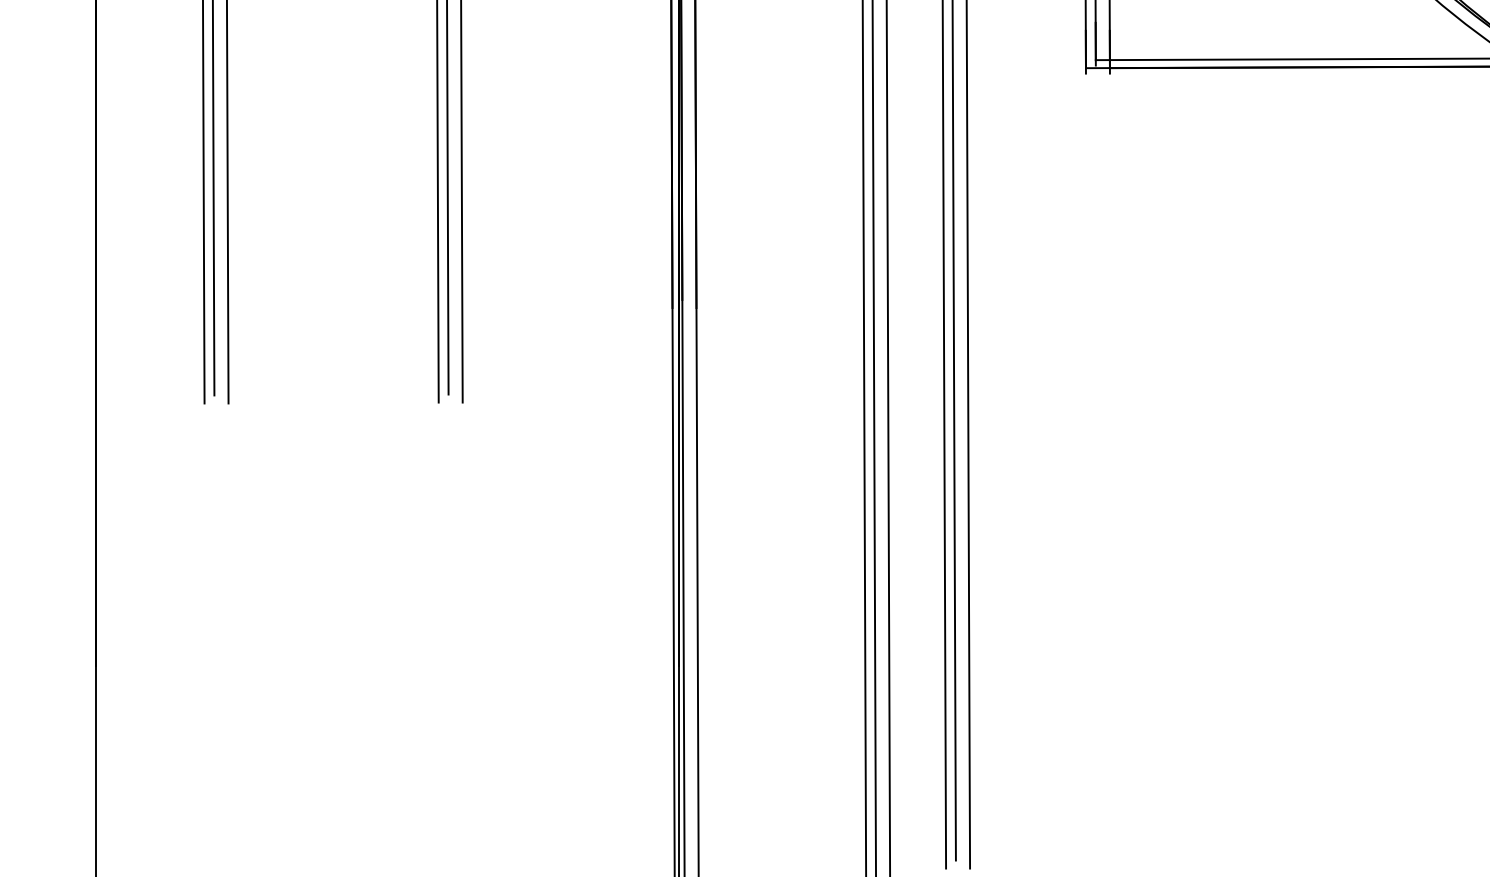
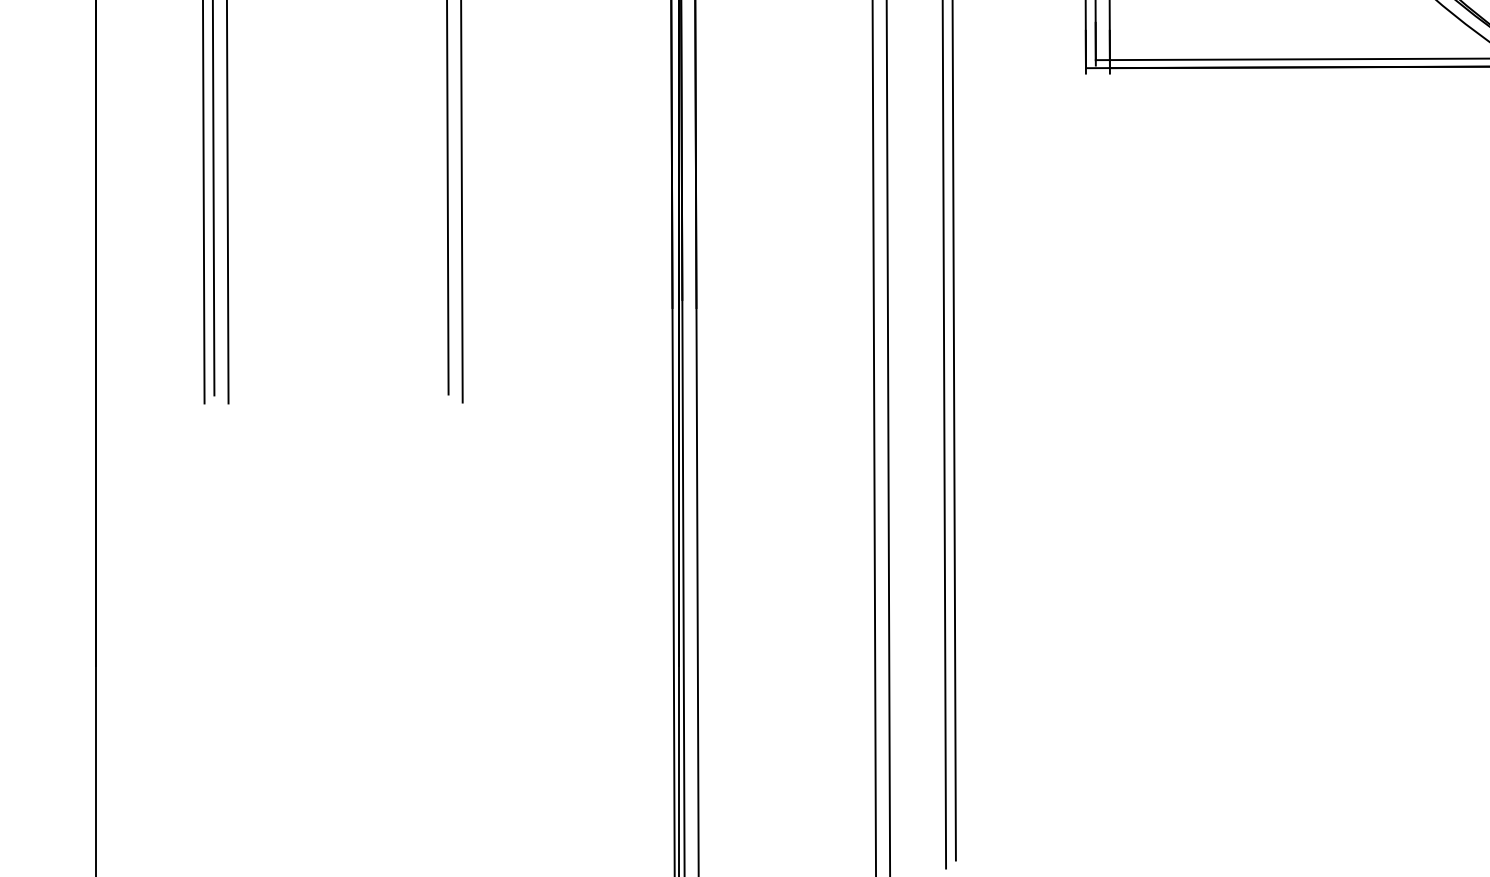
line at (437, 202): present -> none
line at (968, 435): present -> none
line at (864, 437): present -> none
